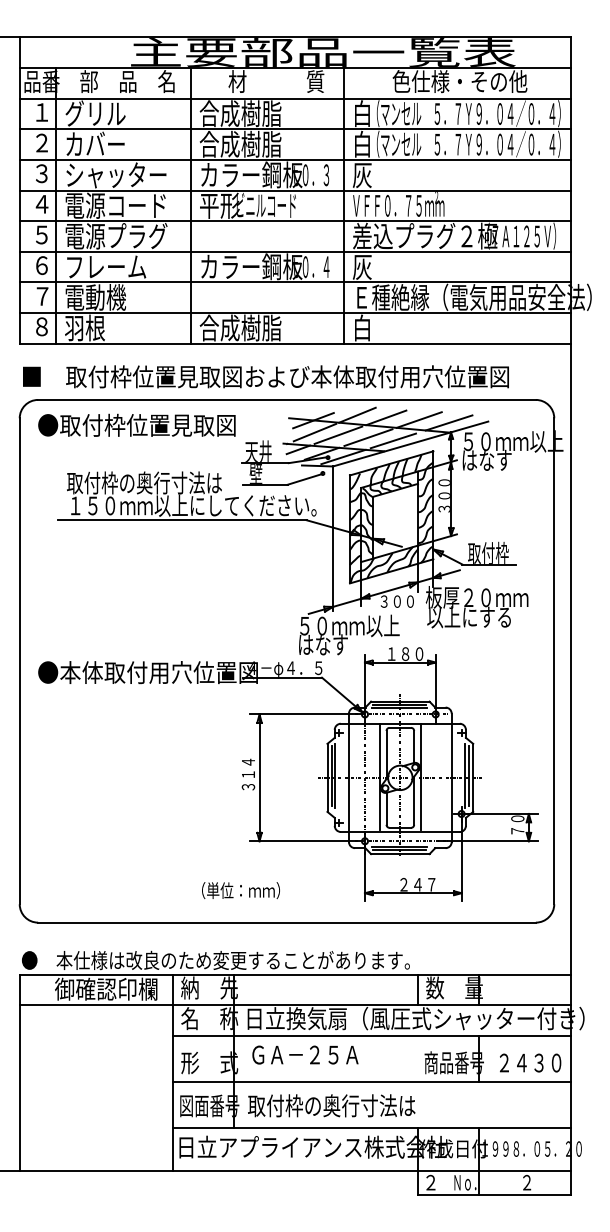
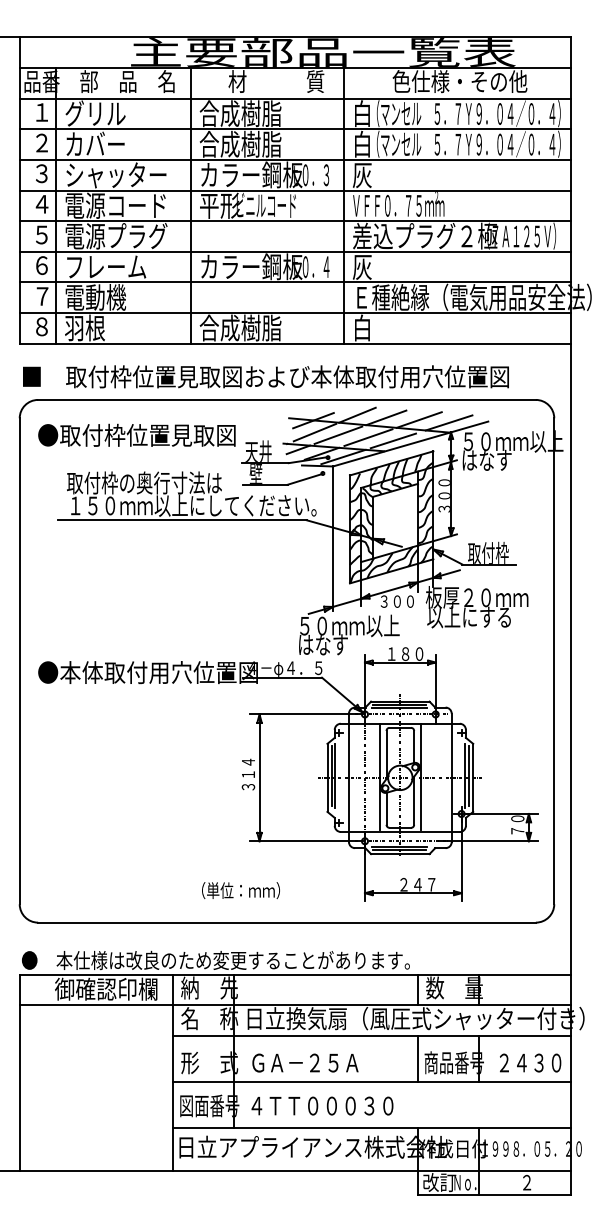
text at (136, 424) position: (136, 424) -> (136, 434)
text at (305, 1054) position: (305, 1054) -> (305, 1062)
line at (417, 1058): none -> present
text at (331, 1105): 取付枠の奥行寸法は -> ４ＴＴ０００３０
text at (439, 1182): ２ -> 改訂
